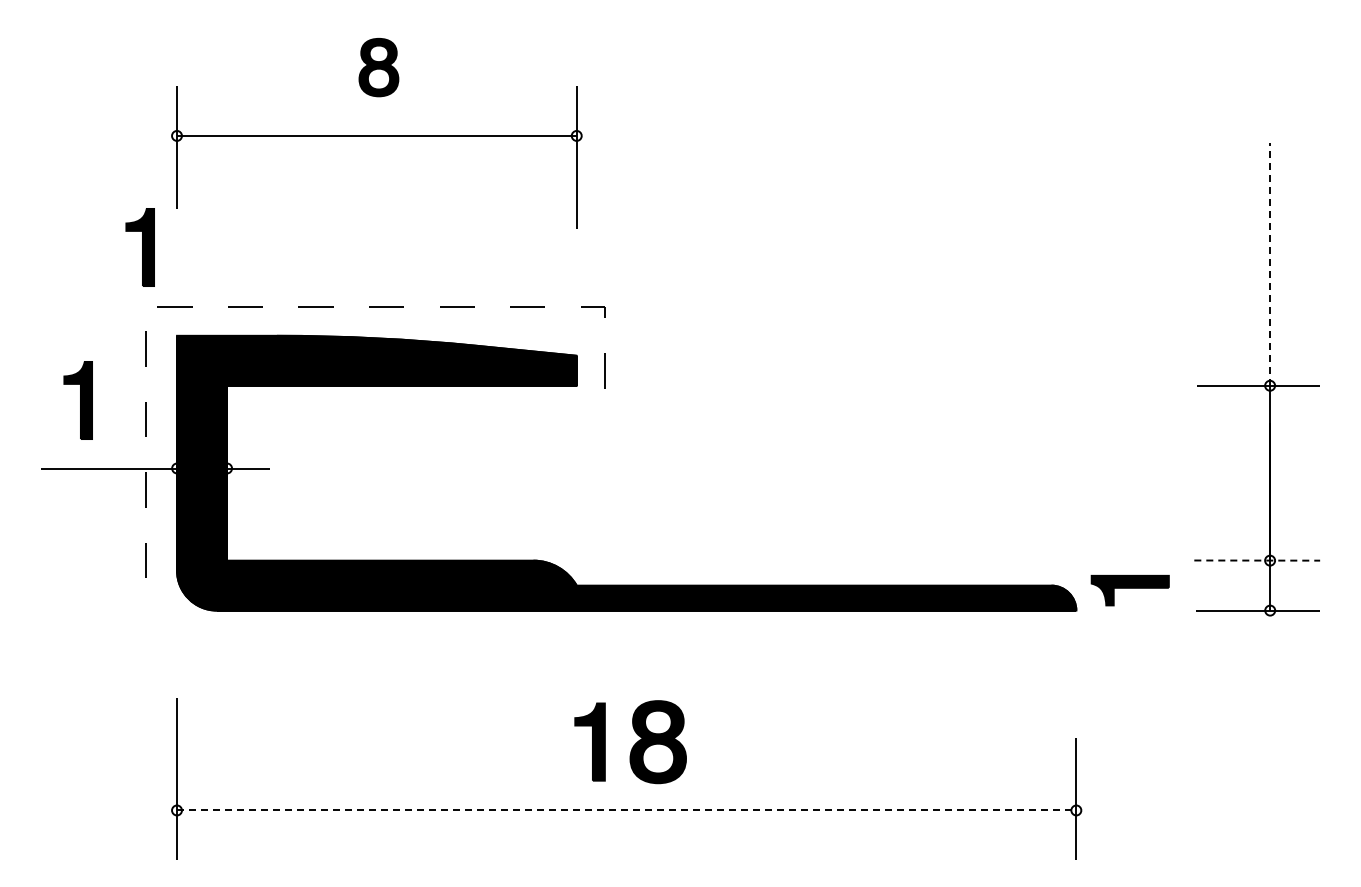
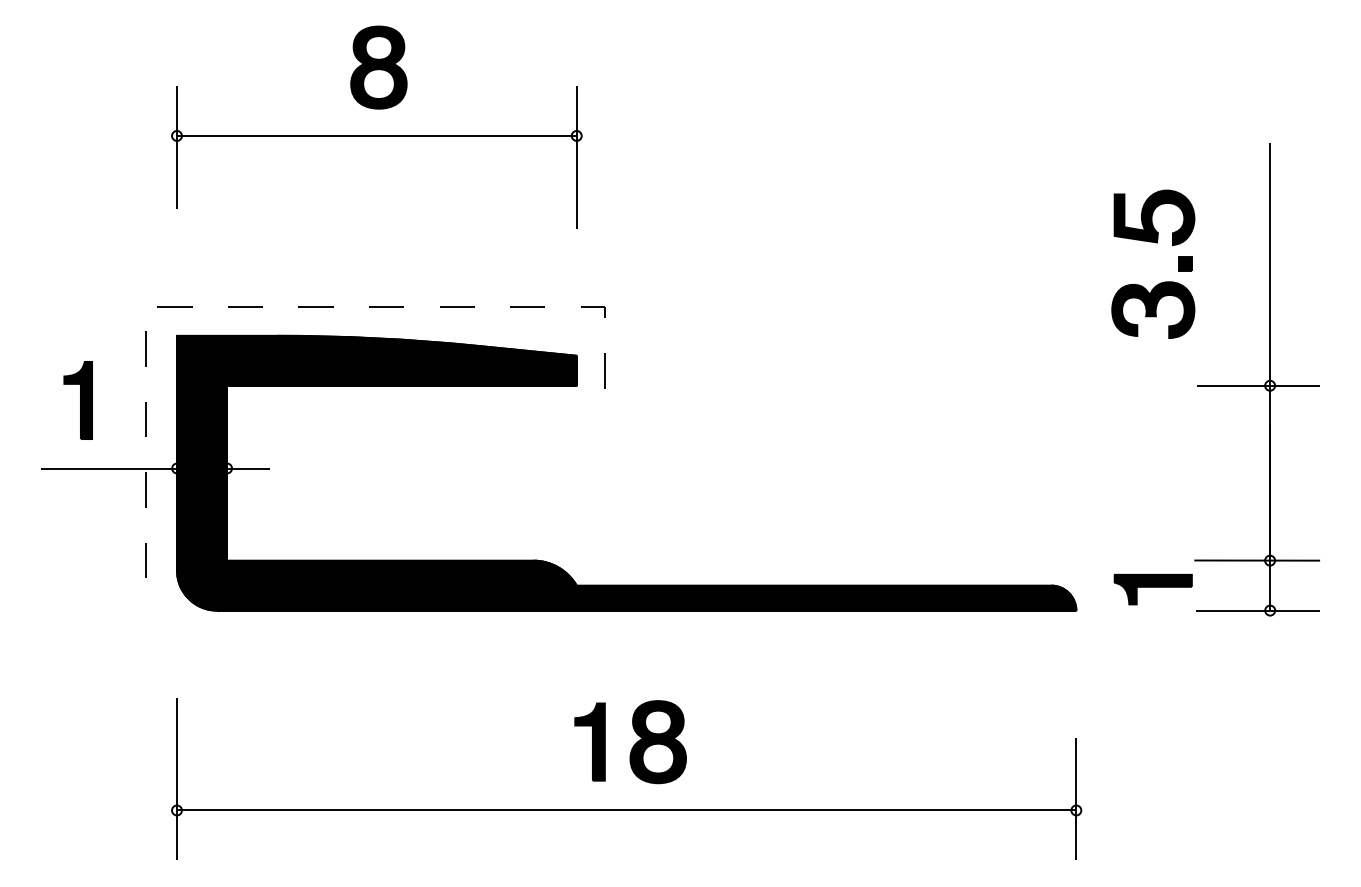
part at (378, 67) size: 42x60 px -> 58x85 px
part at (1155, 243): none -> present
part at (139, 247): present -> none
line at (1270, 263): dashed -> solid
line at (1257, 560): dashed -> solid
part at (1129, 590) position: (1129, 590) -> (1152, 589)
line at (626, 810): dashed -> solid
